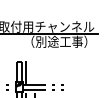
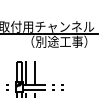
line at (34, 70): none -> present
